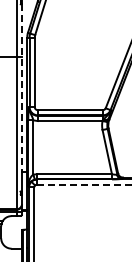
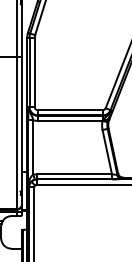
line at (22, 86): dashed -> solid
line at (83, 184): dashed -> solid
